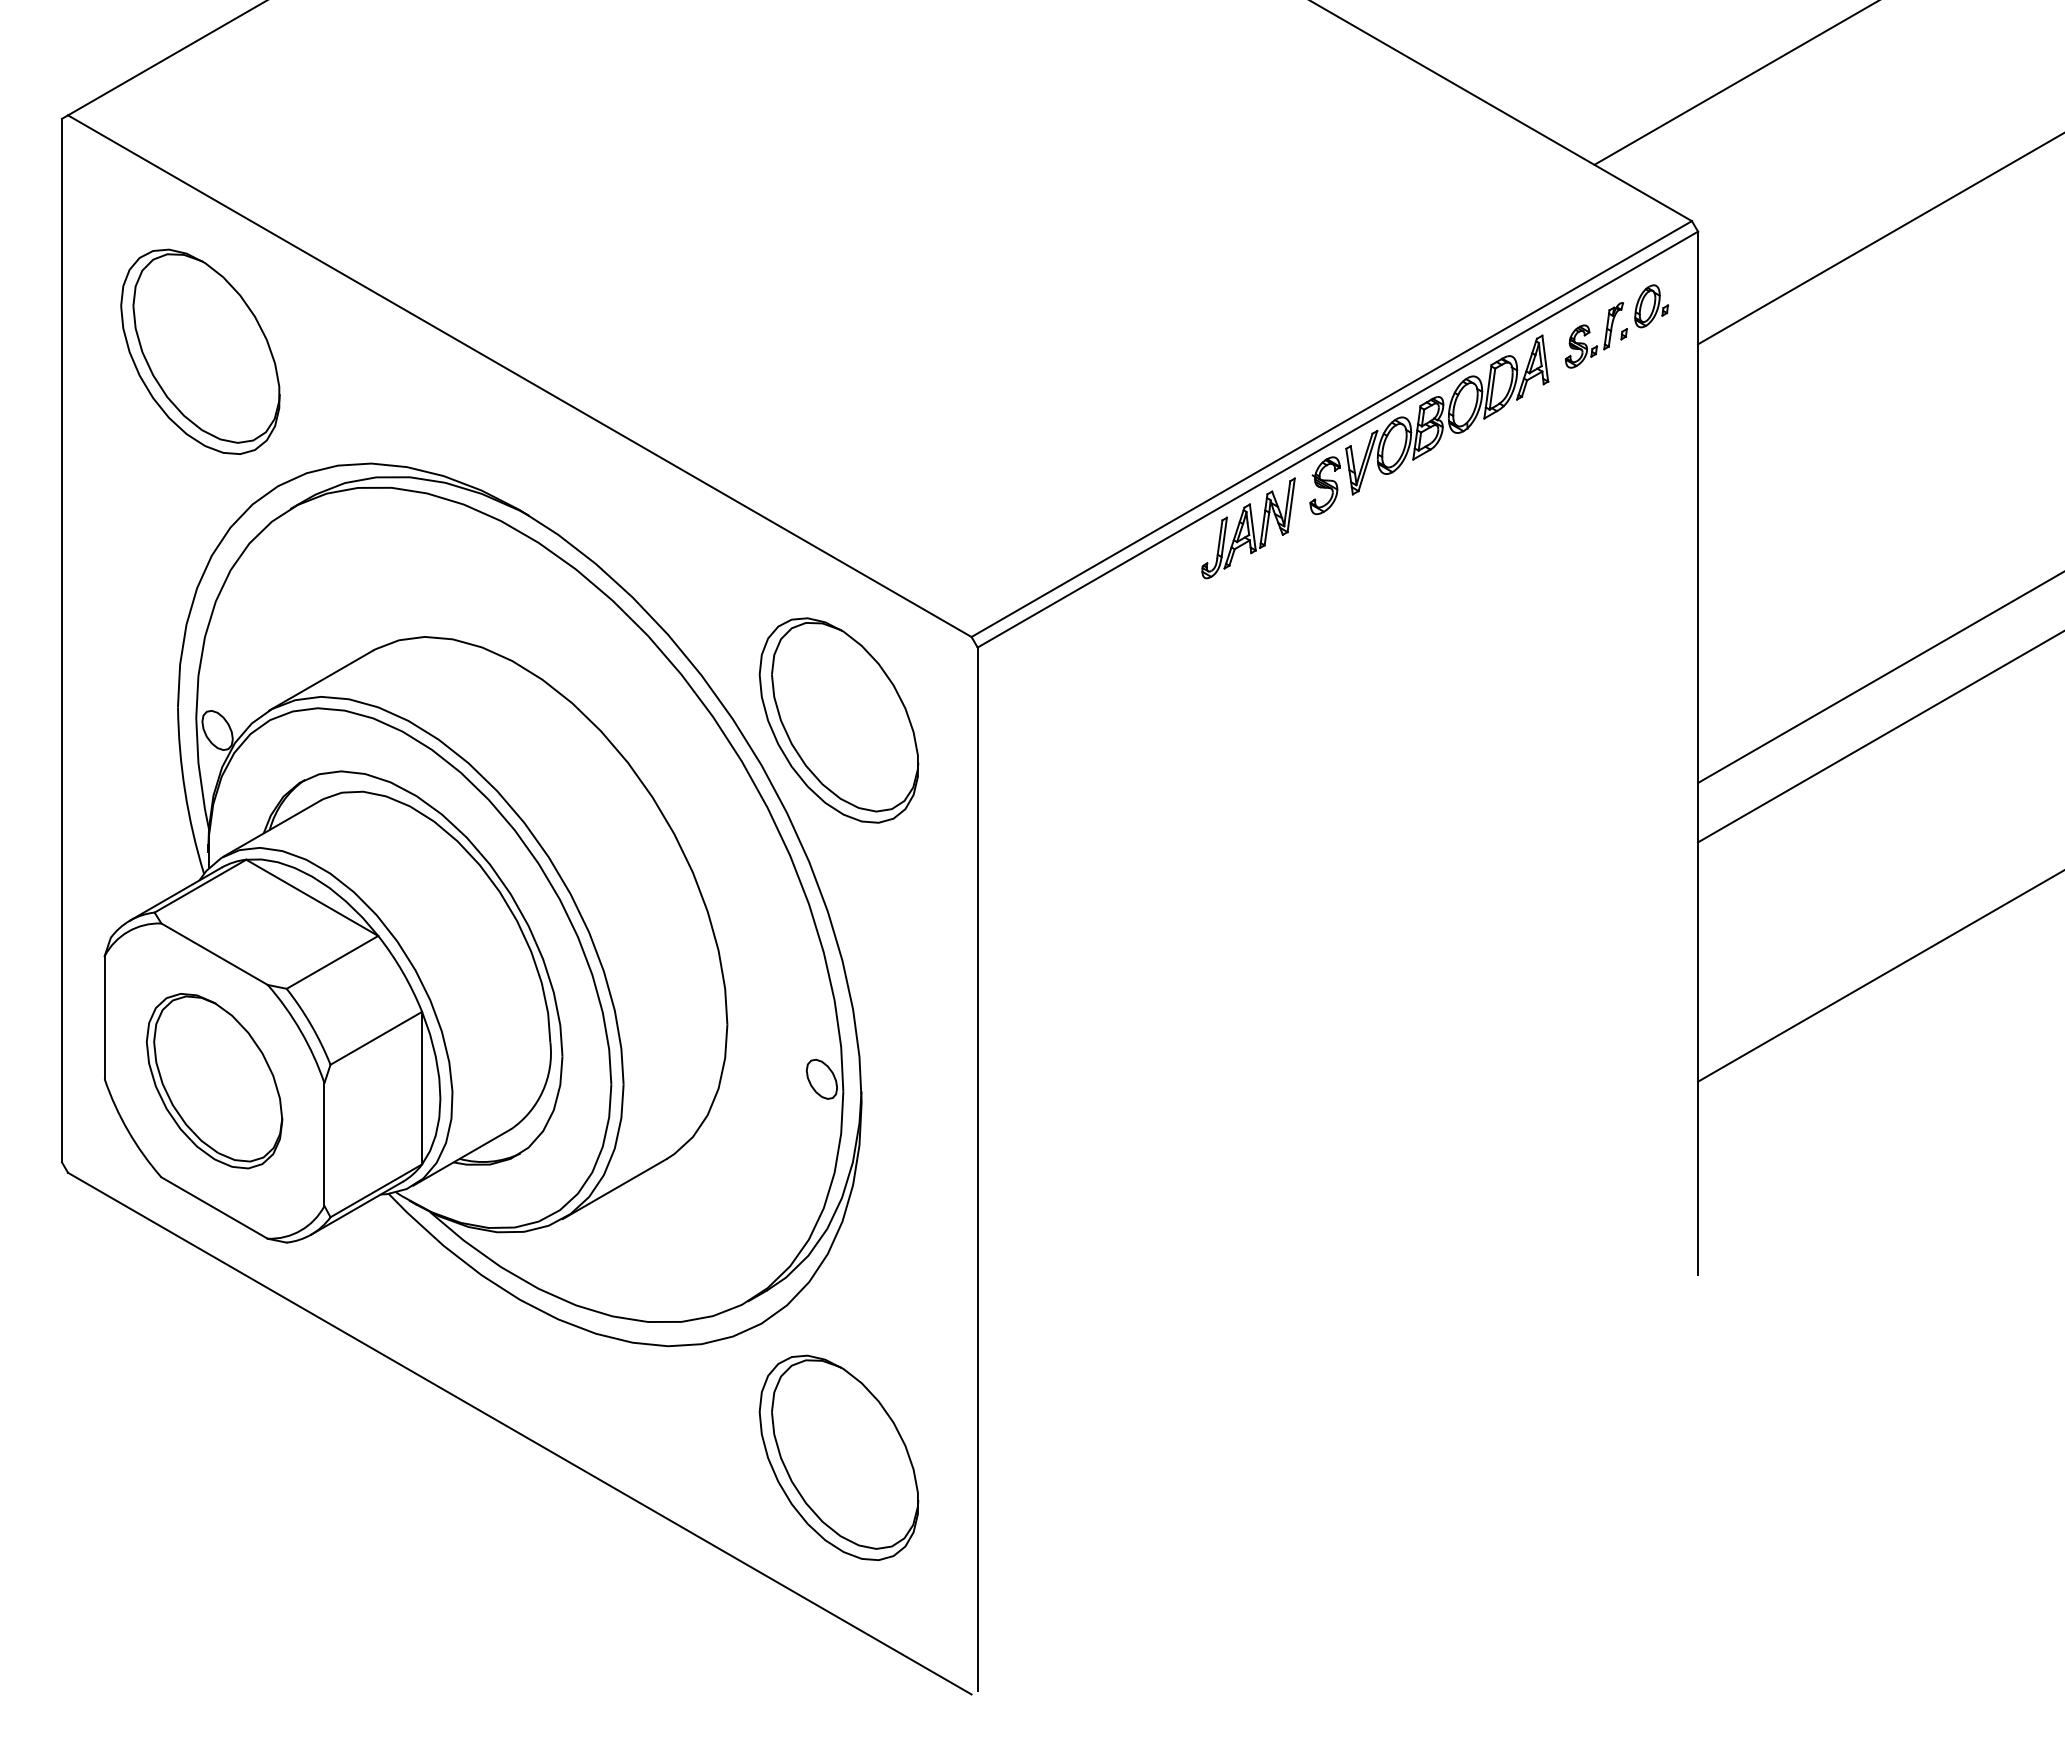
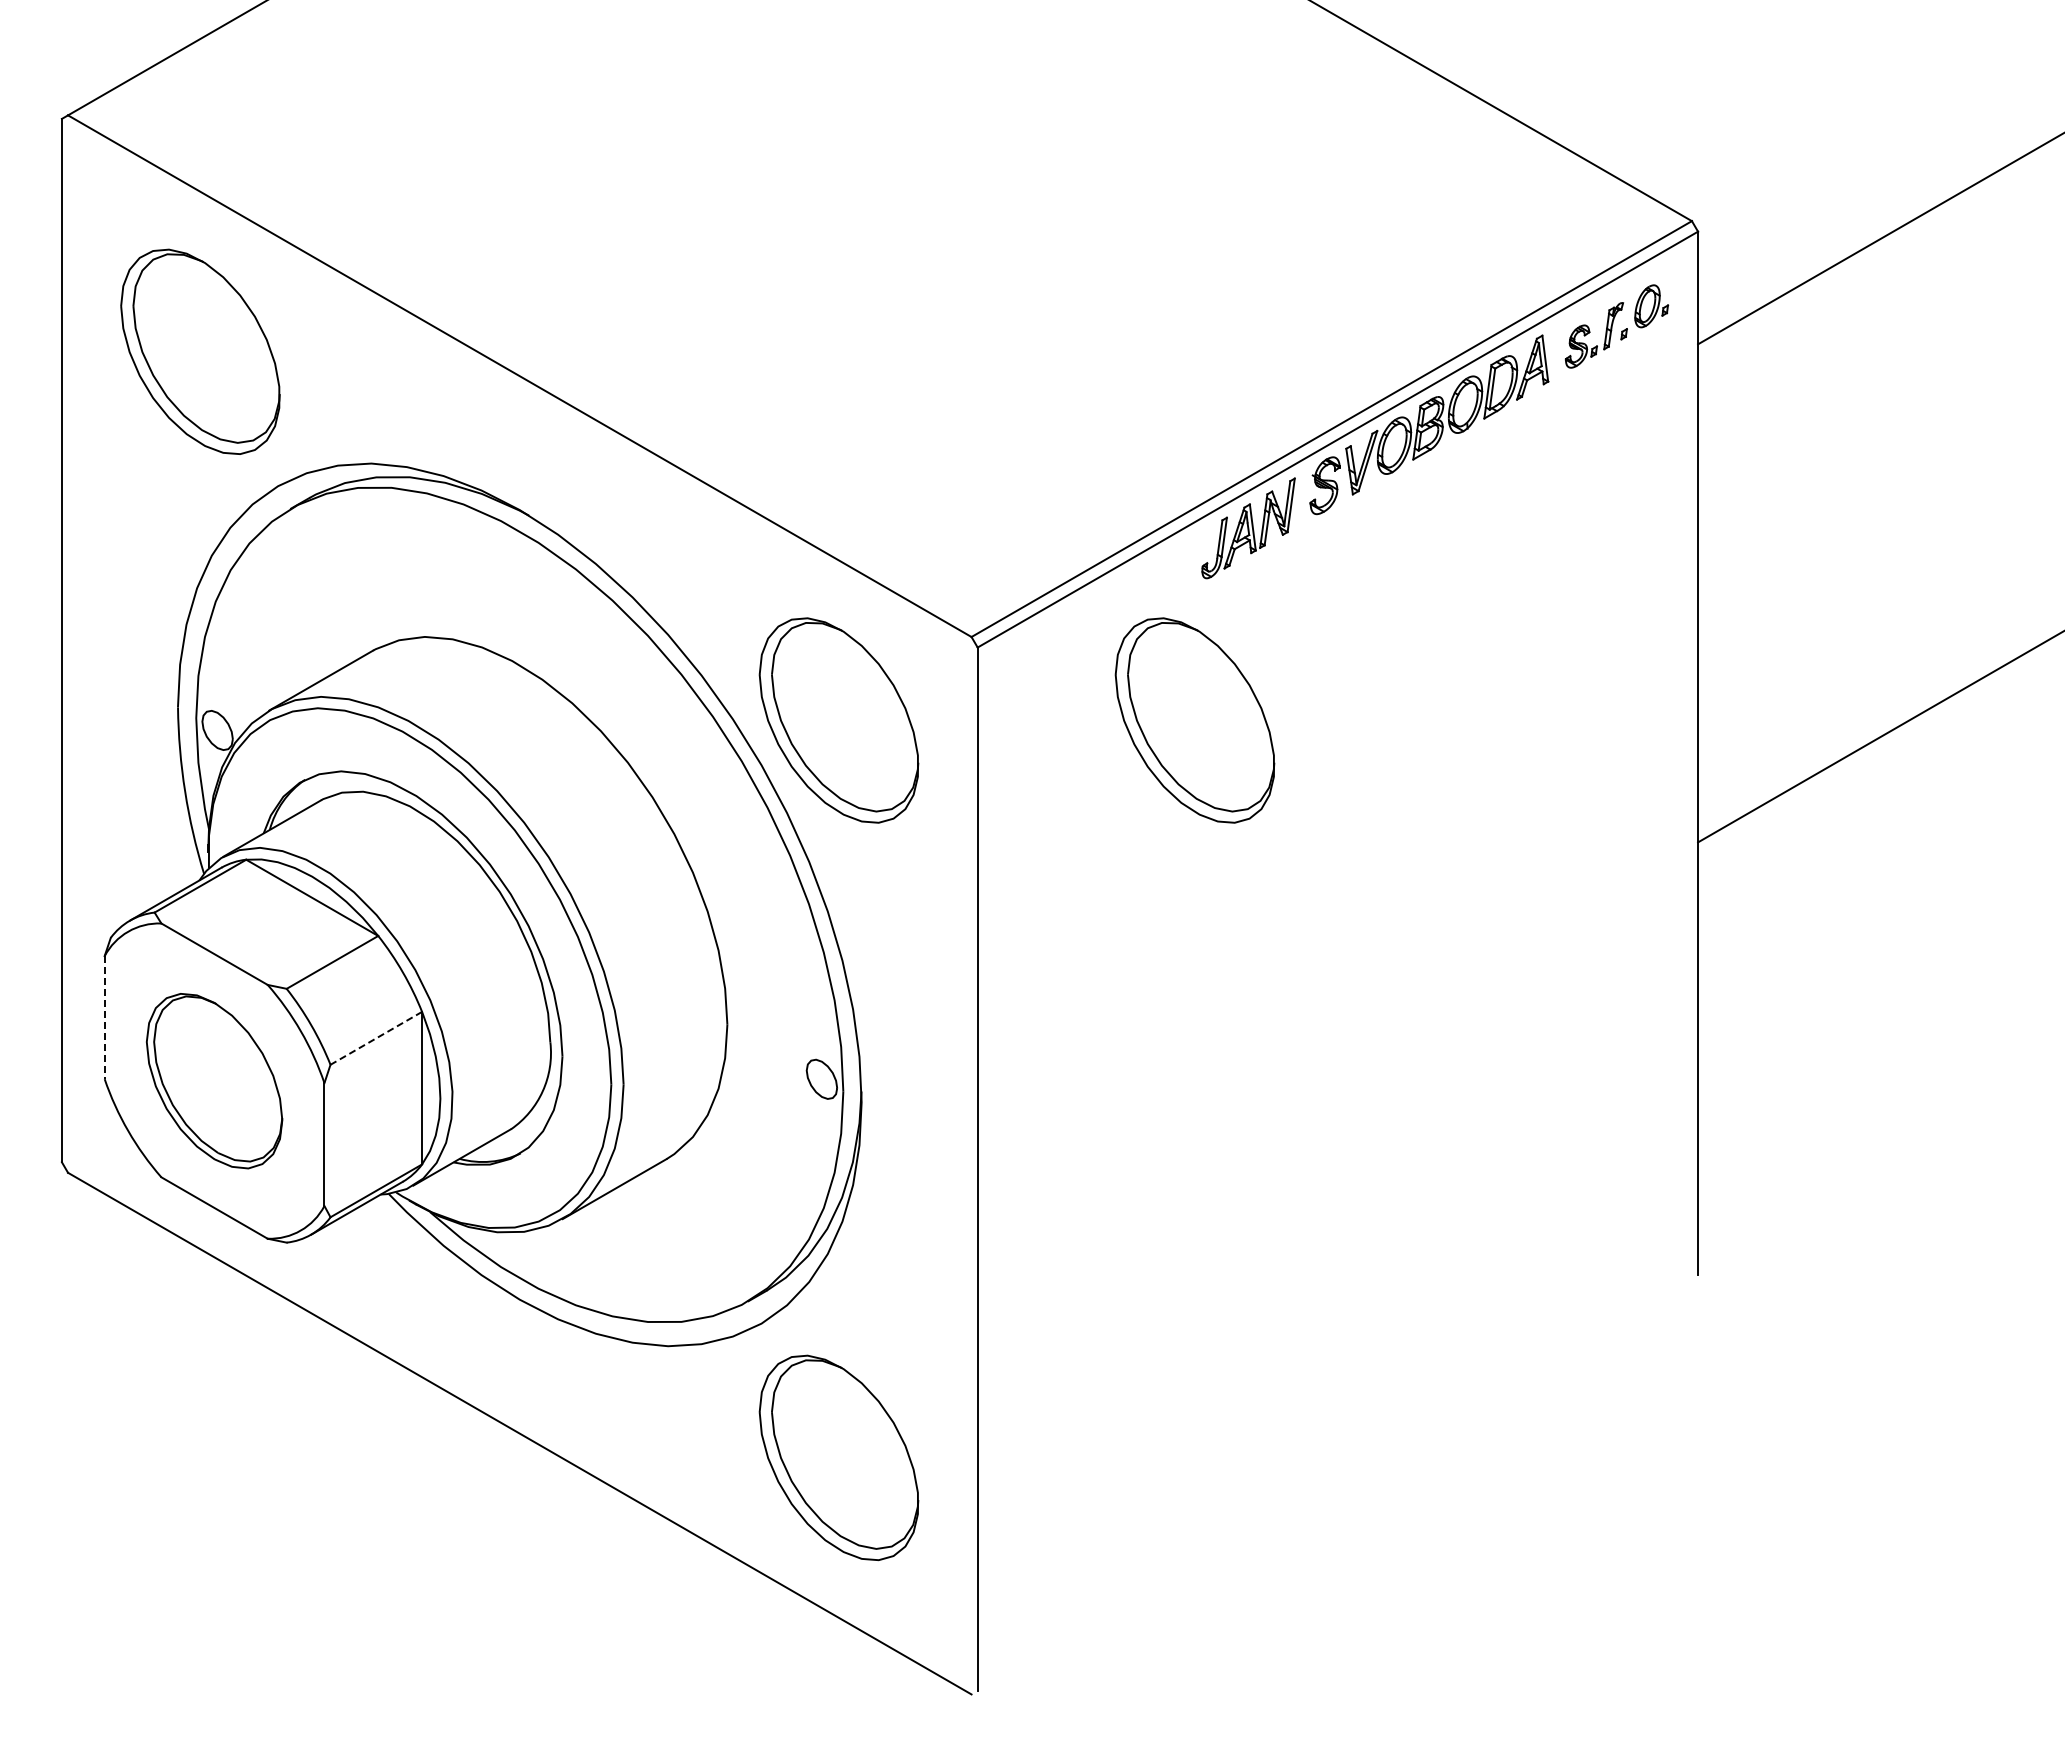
line at (1734, 83): present -> none
line at (1879, 678): present -> none
part at (1194, 720): none -> present
line at (1879, 976): present -> none
line at (104, 1018): solid -> dashed
line at (376, 1038): solid -> dashed
